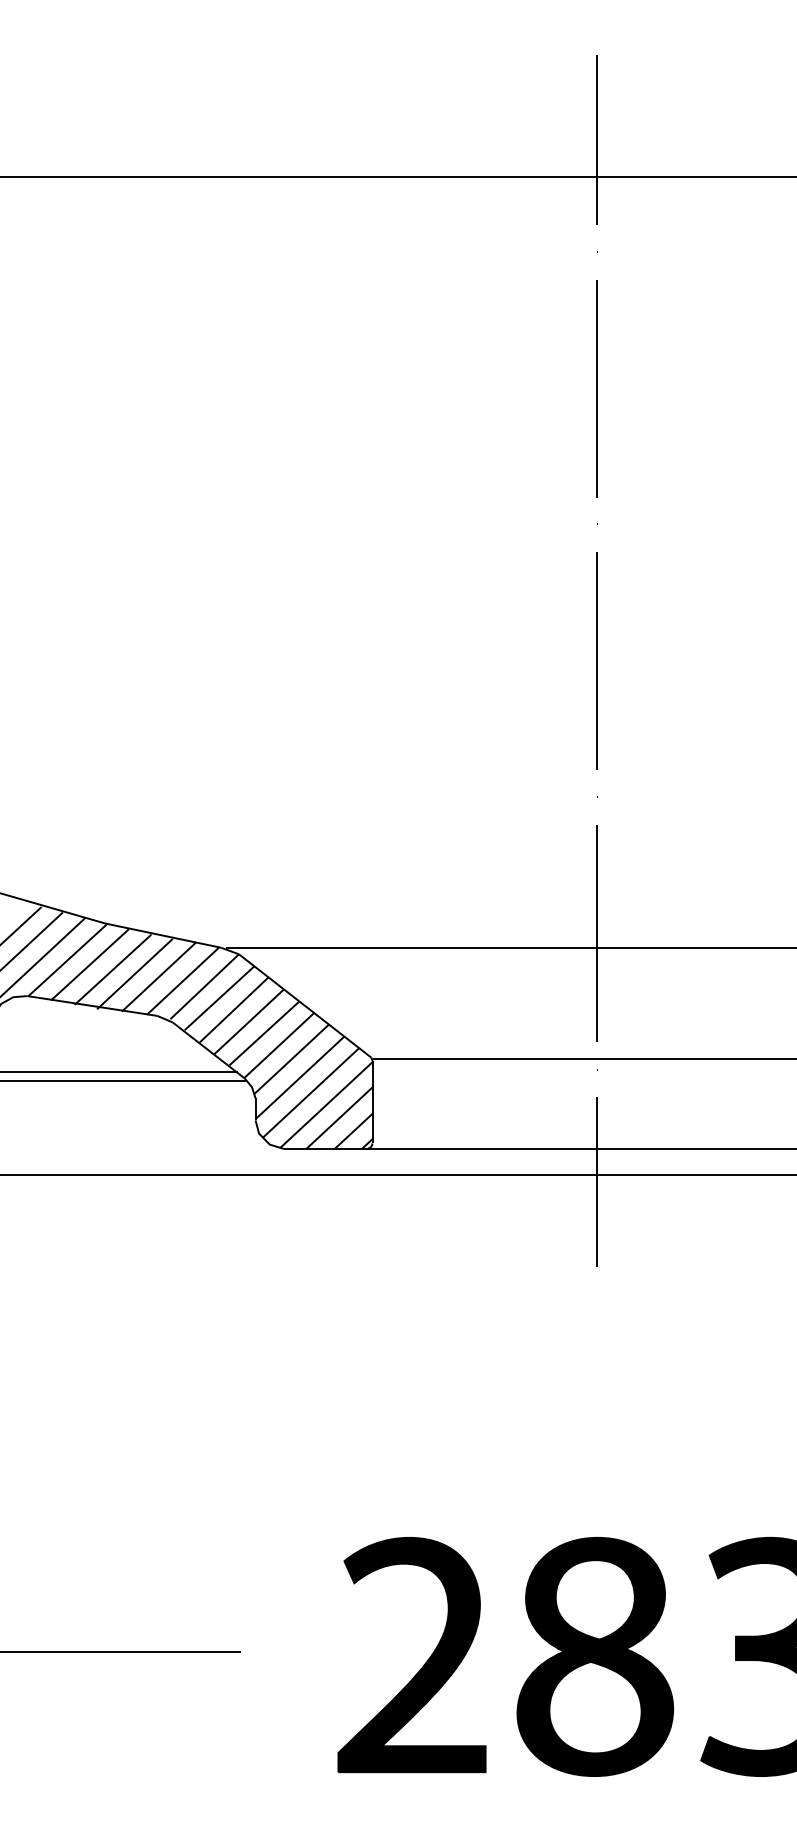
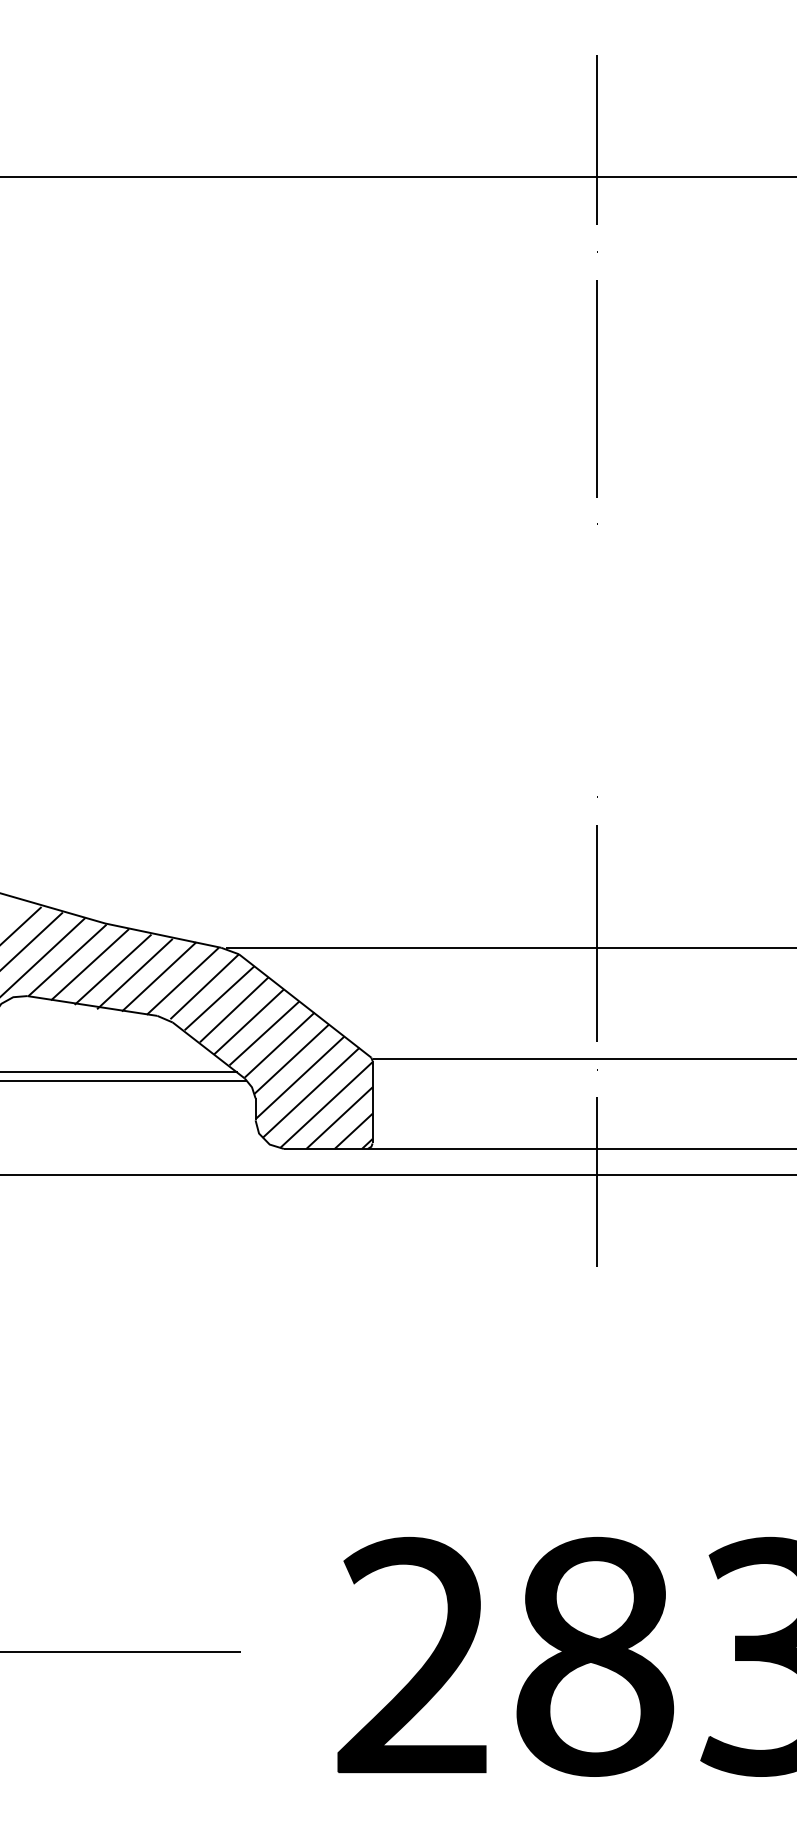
line at (596, 660): present -> none
